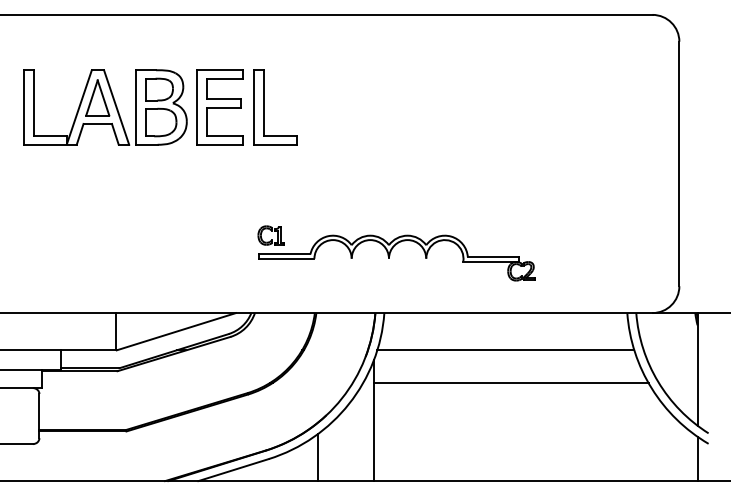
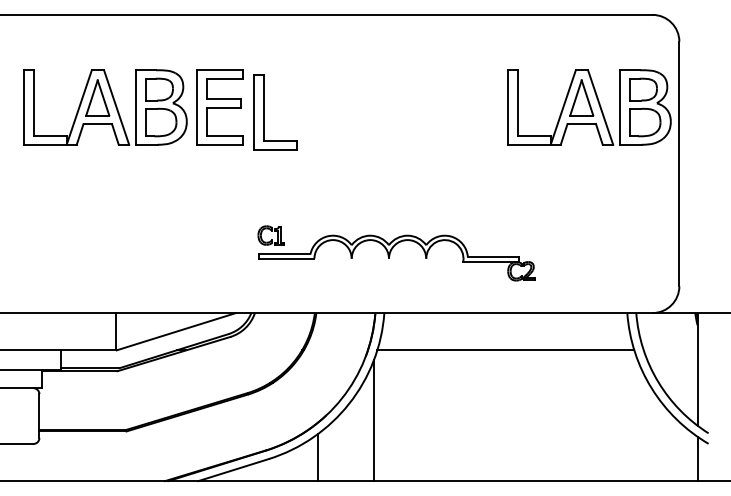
part at (264, 107) position: (264, 107) -> (264, 112)
part at (589, 107): none -> present
line at (510, 383): present -> none
